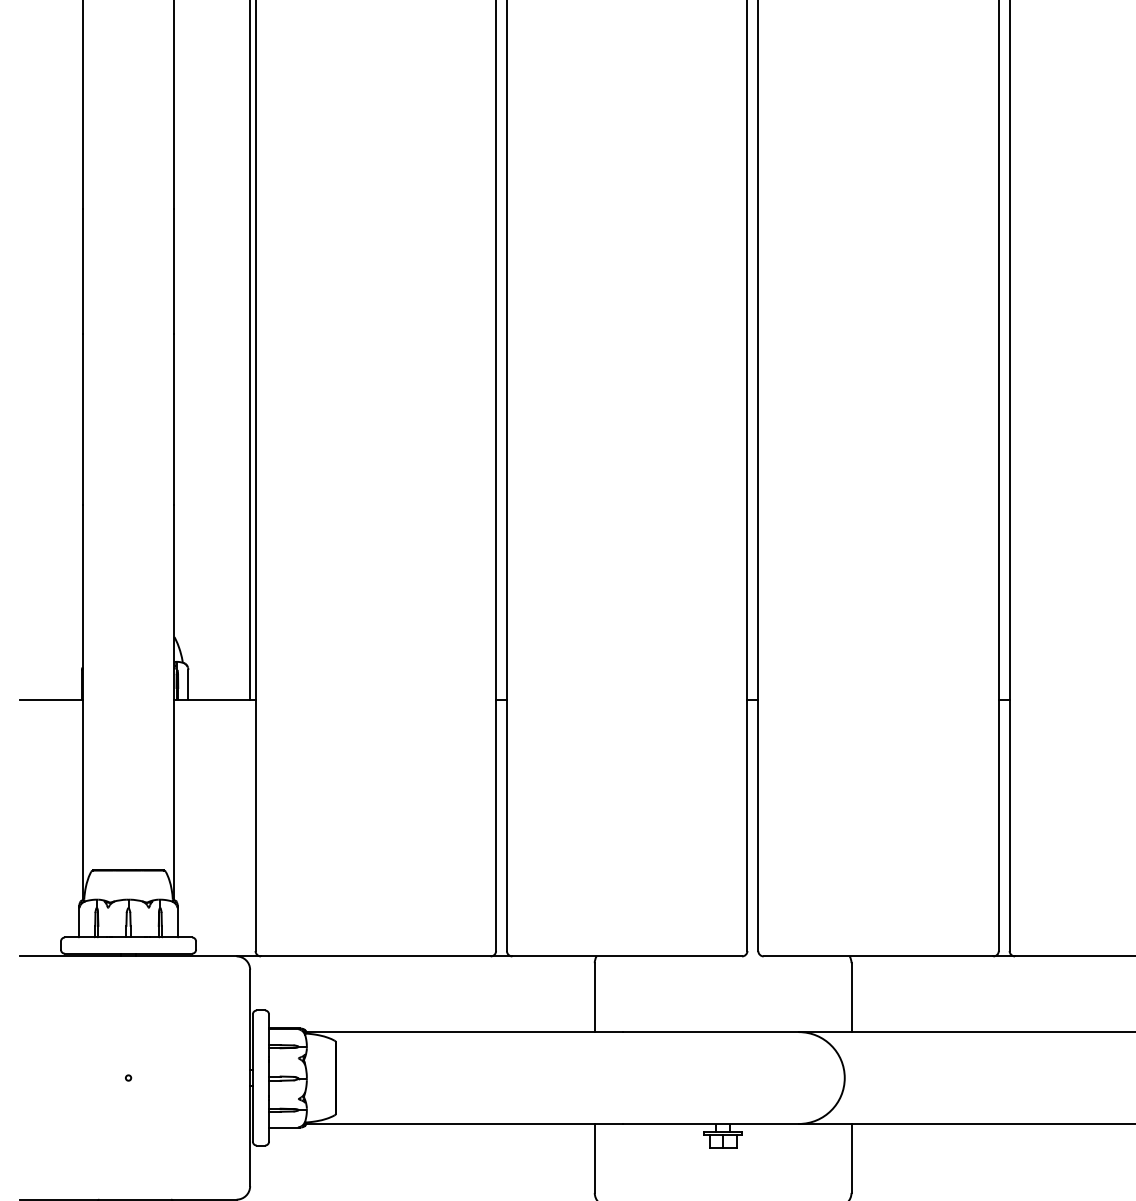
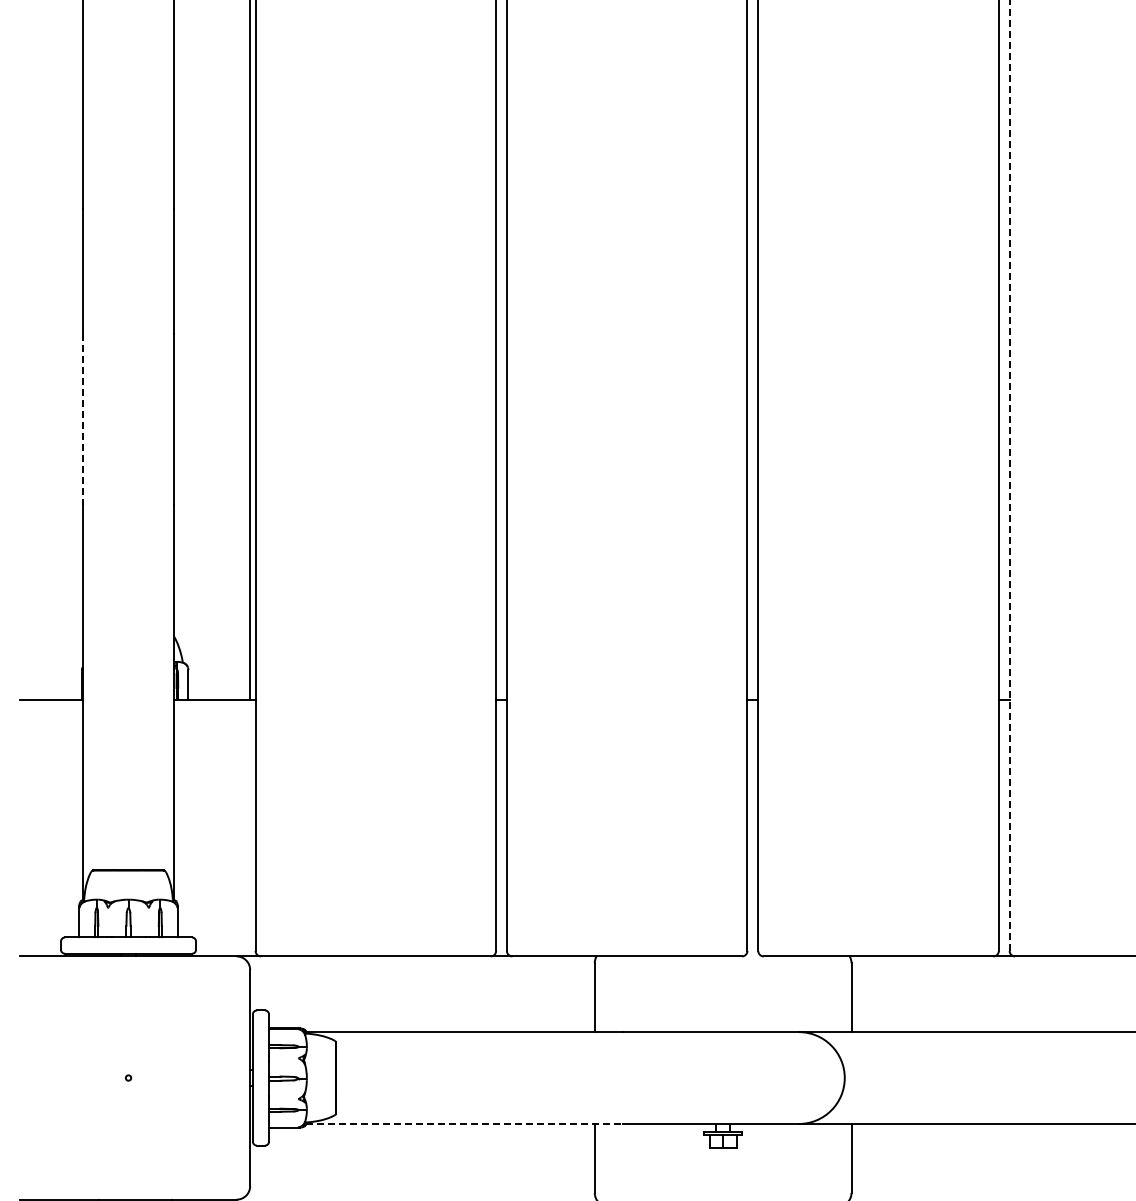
line at (82, 419): solid -> dashed
line at (1009, 475): solid -> dashed
line at (465, 1123): solid -> dashed
